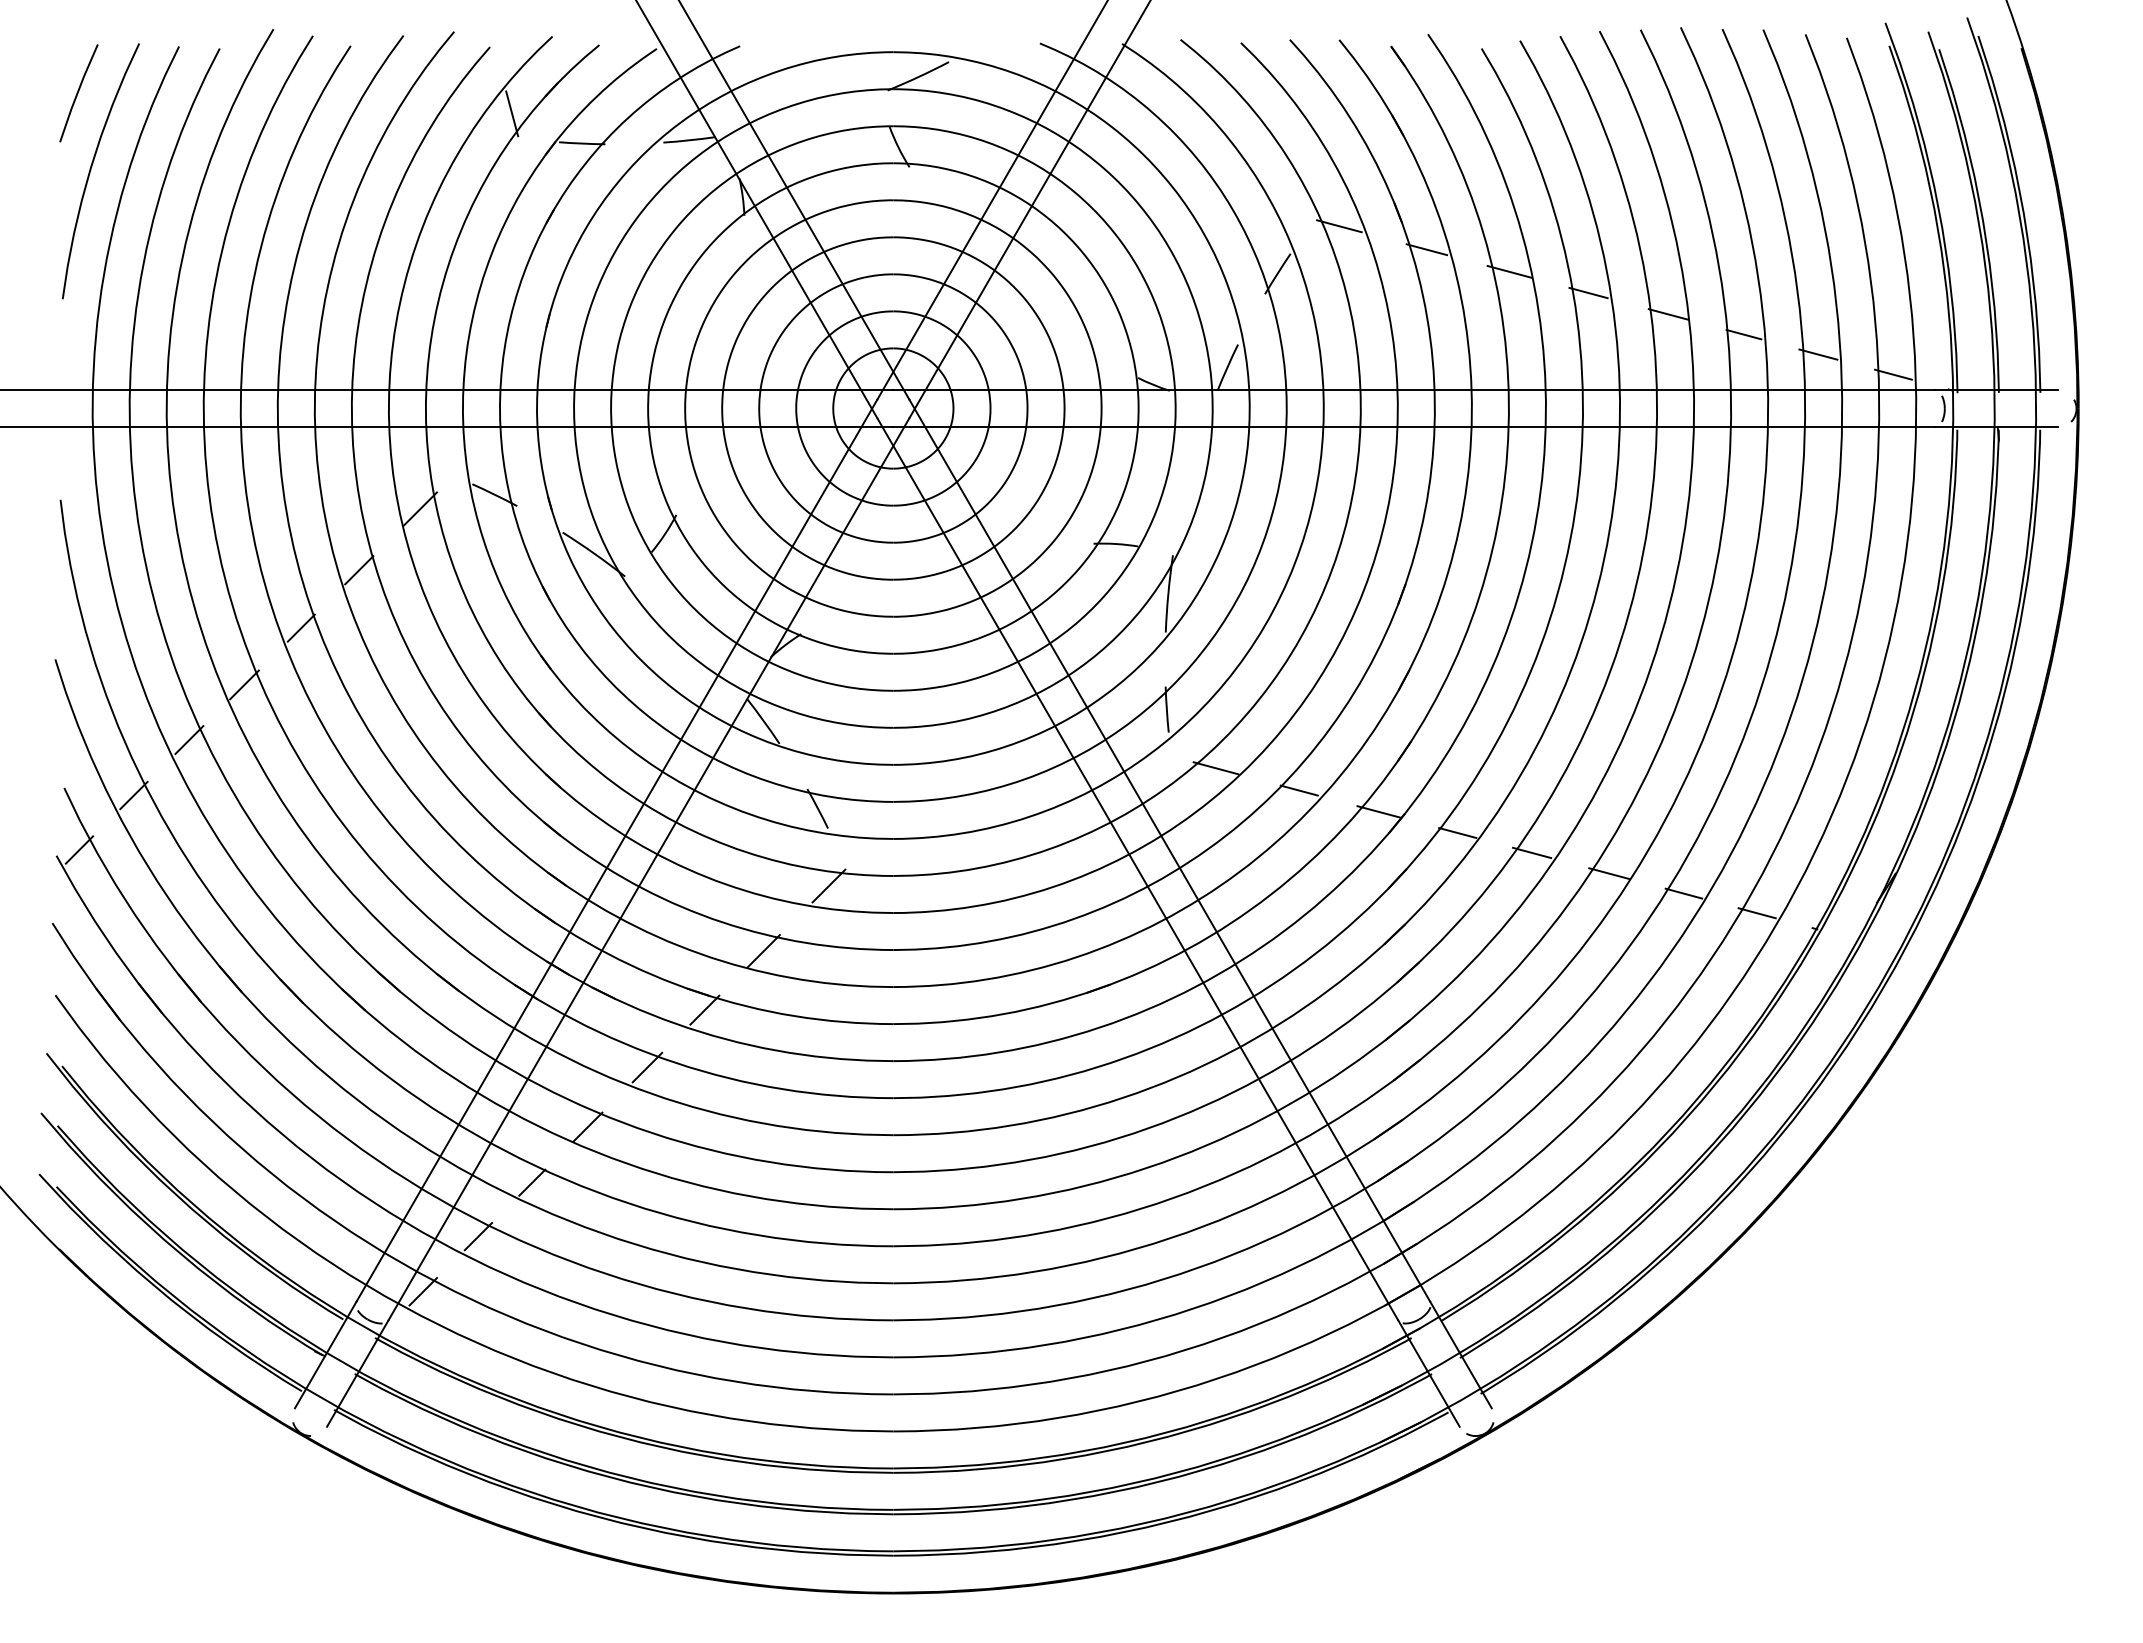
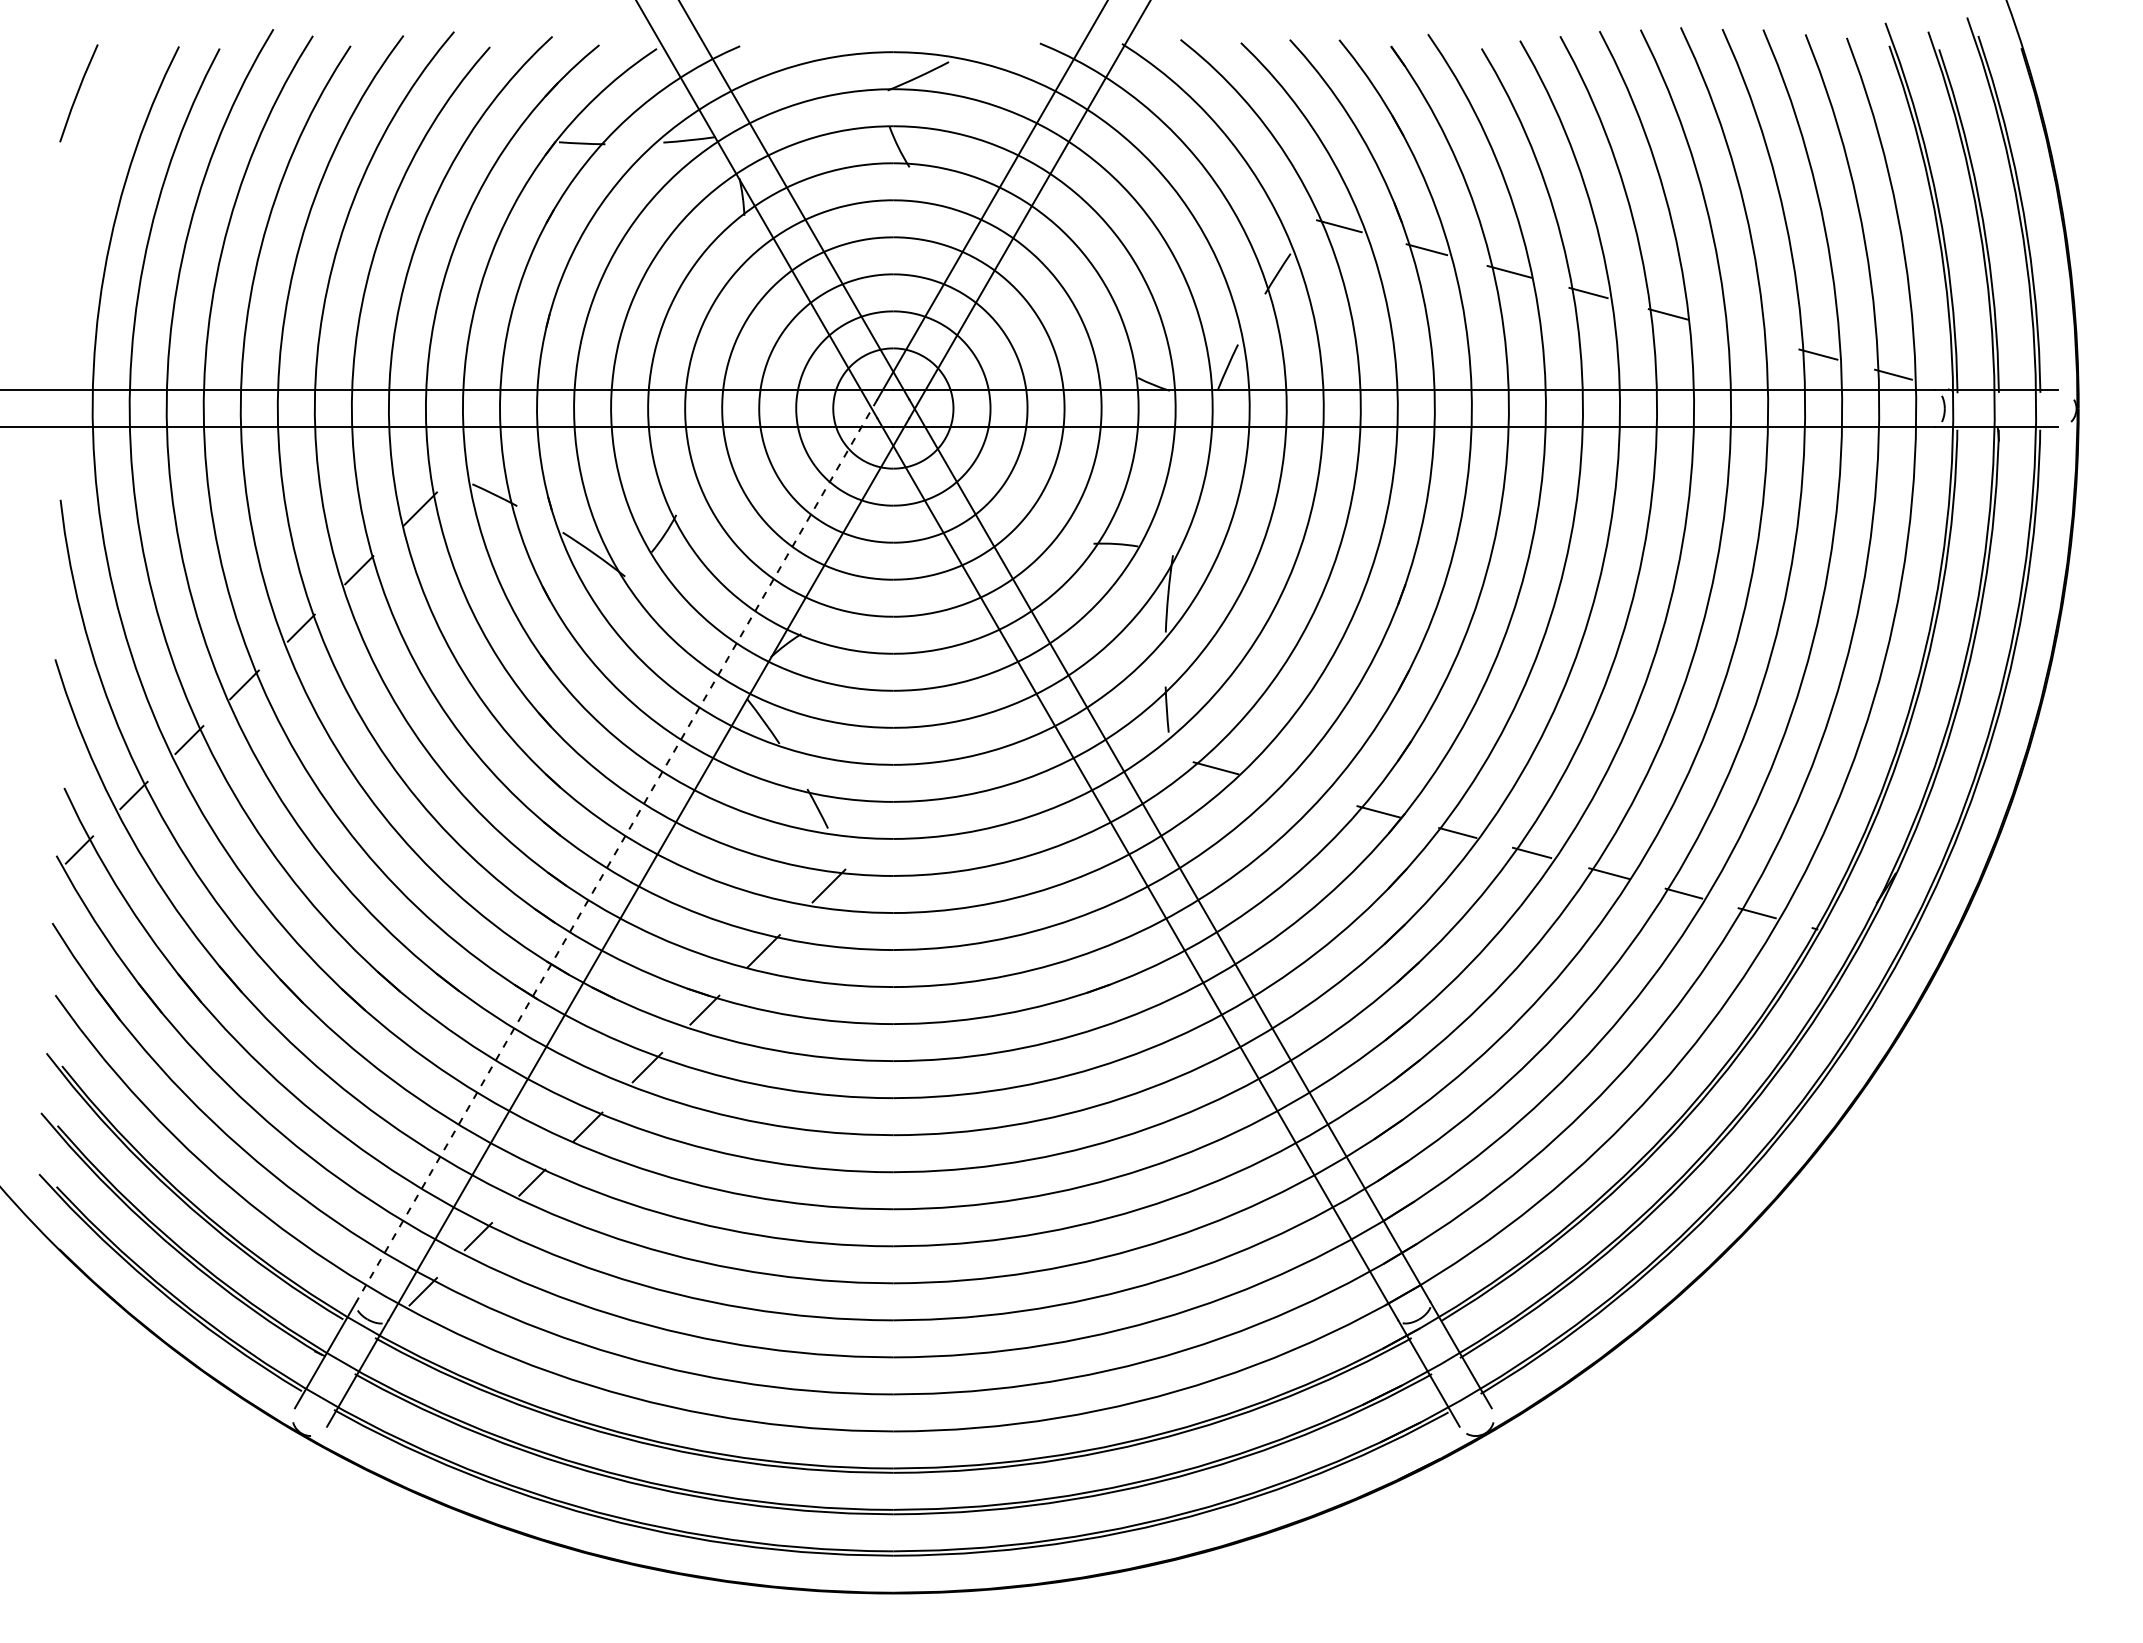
line at (512, 113): present -> none
curve at (91, 170): present -> none
line at (1743, 334): present -> none
line at (1298, 790): present -> none
line at (616, 850): solid -> dashed
